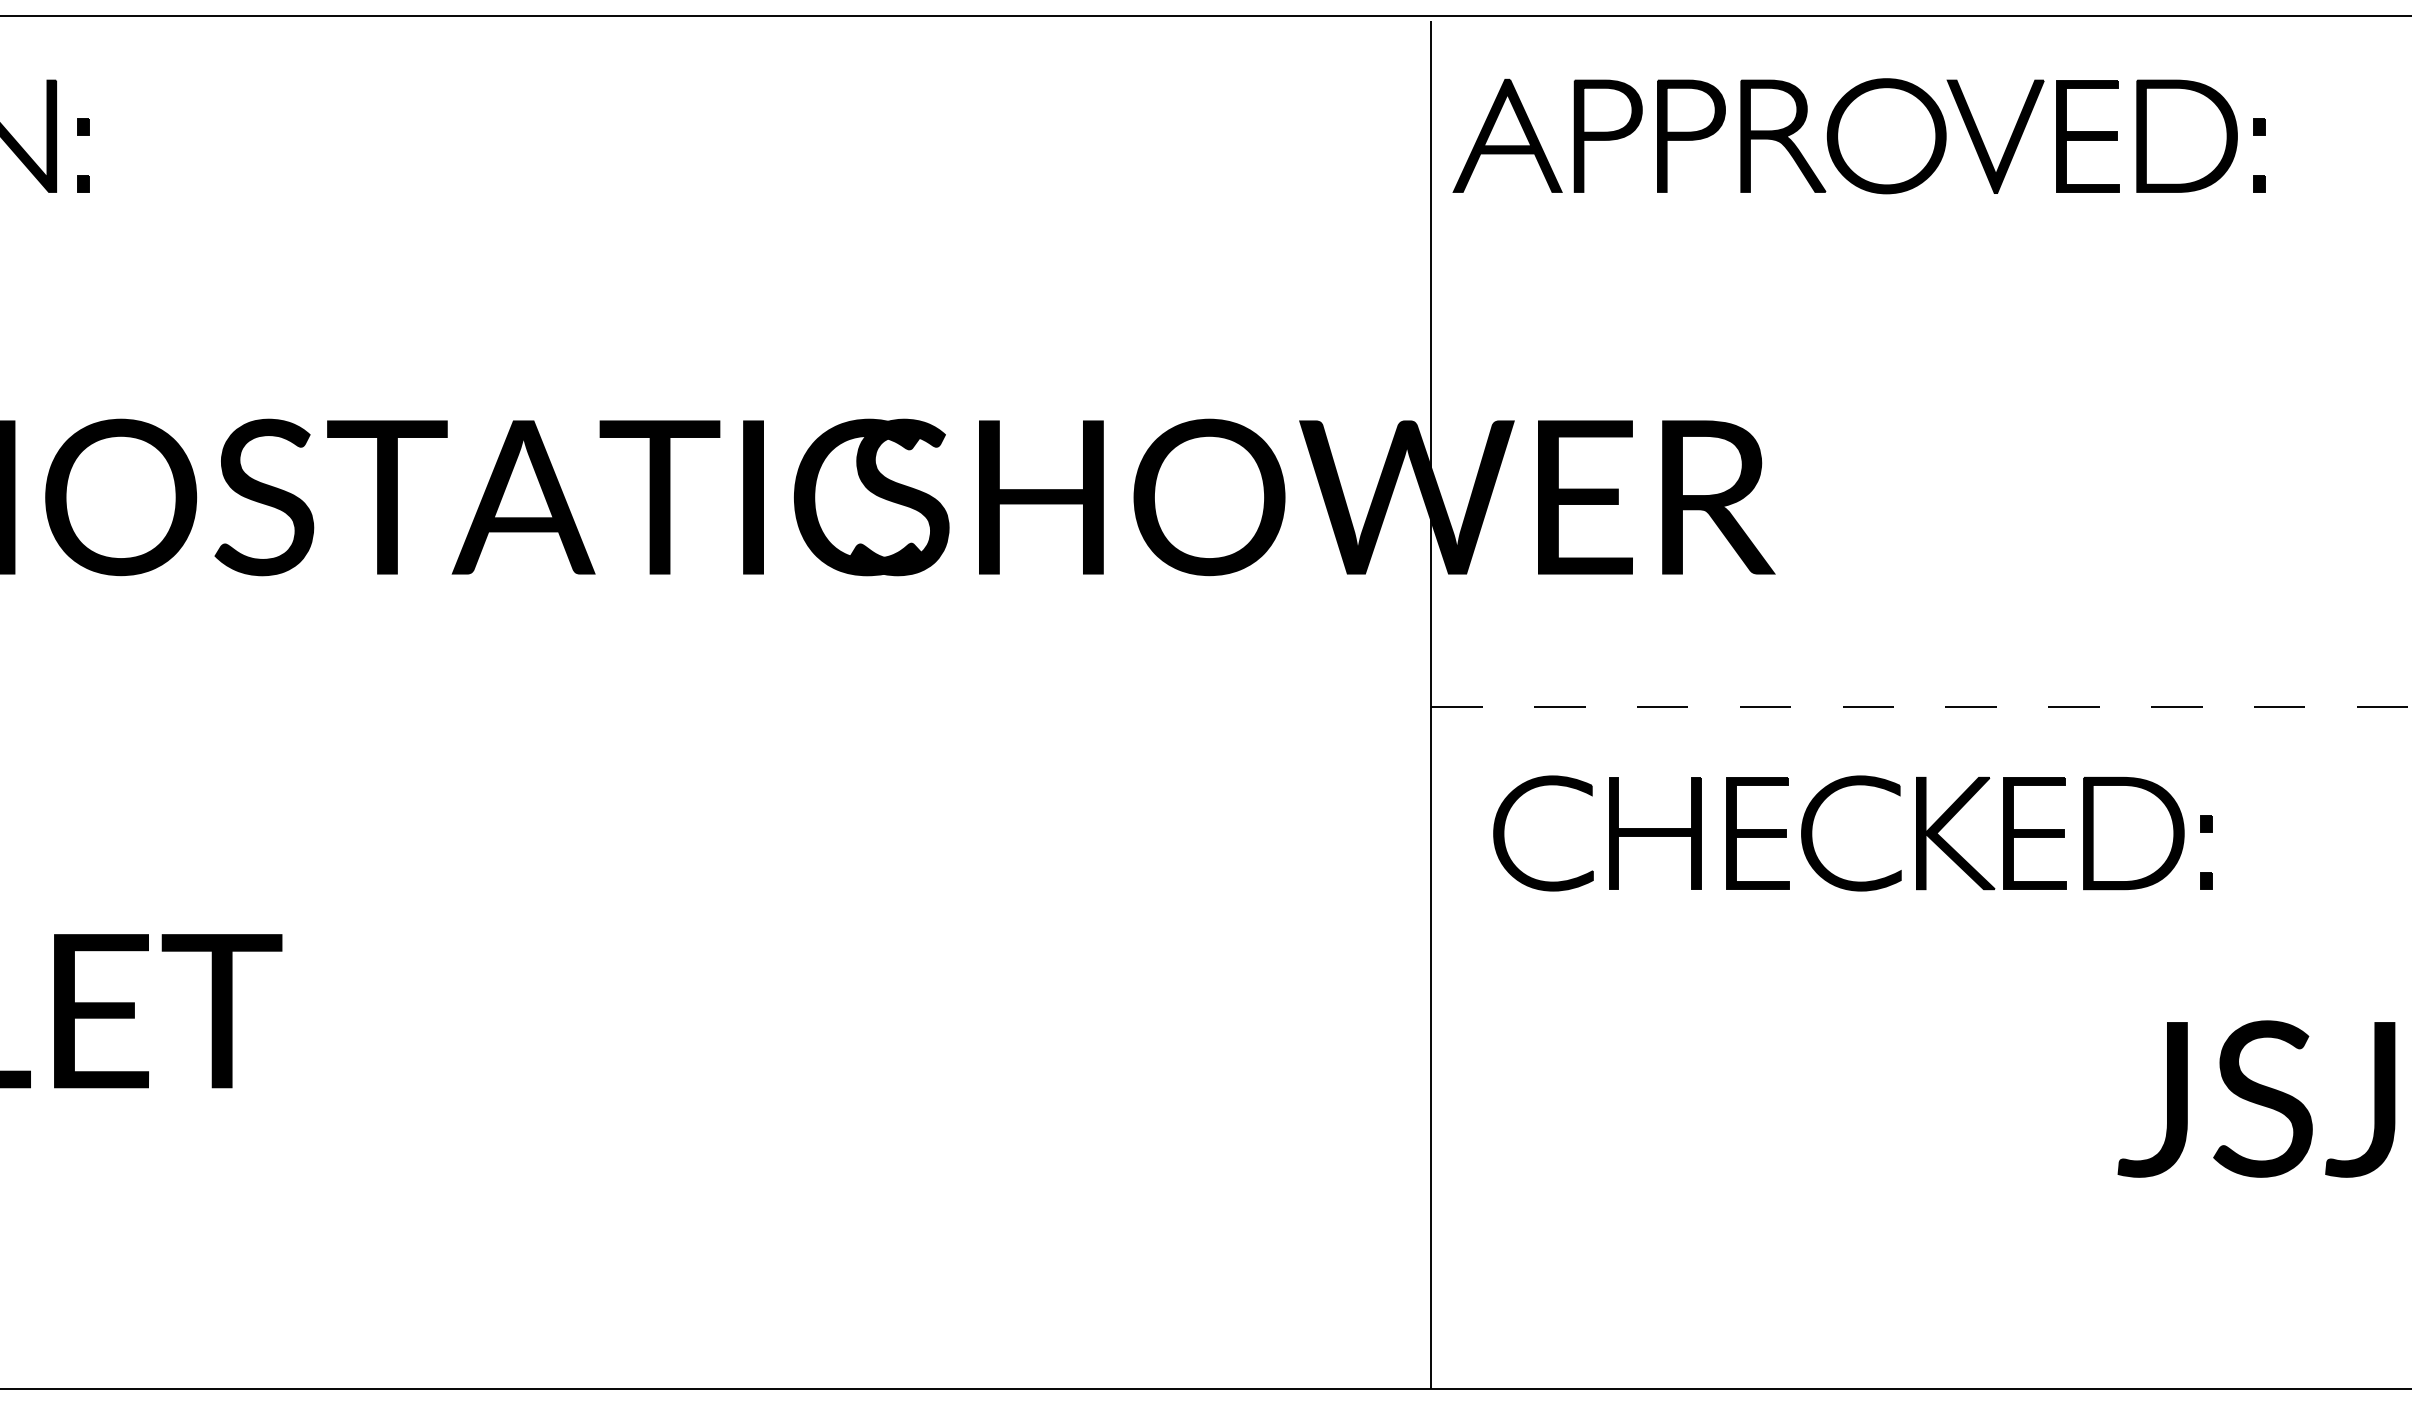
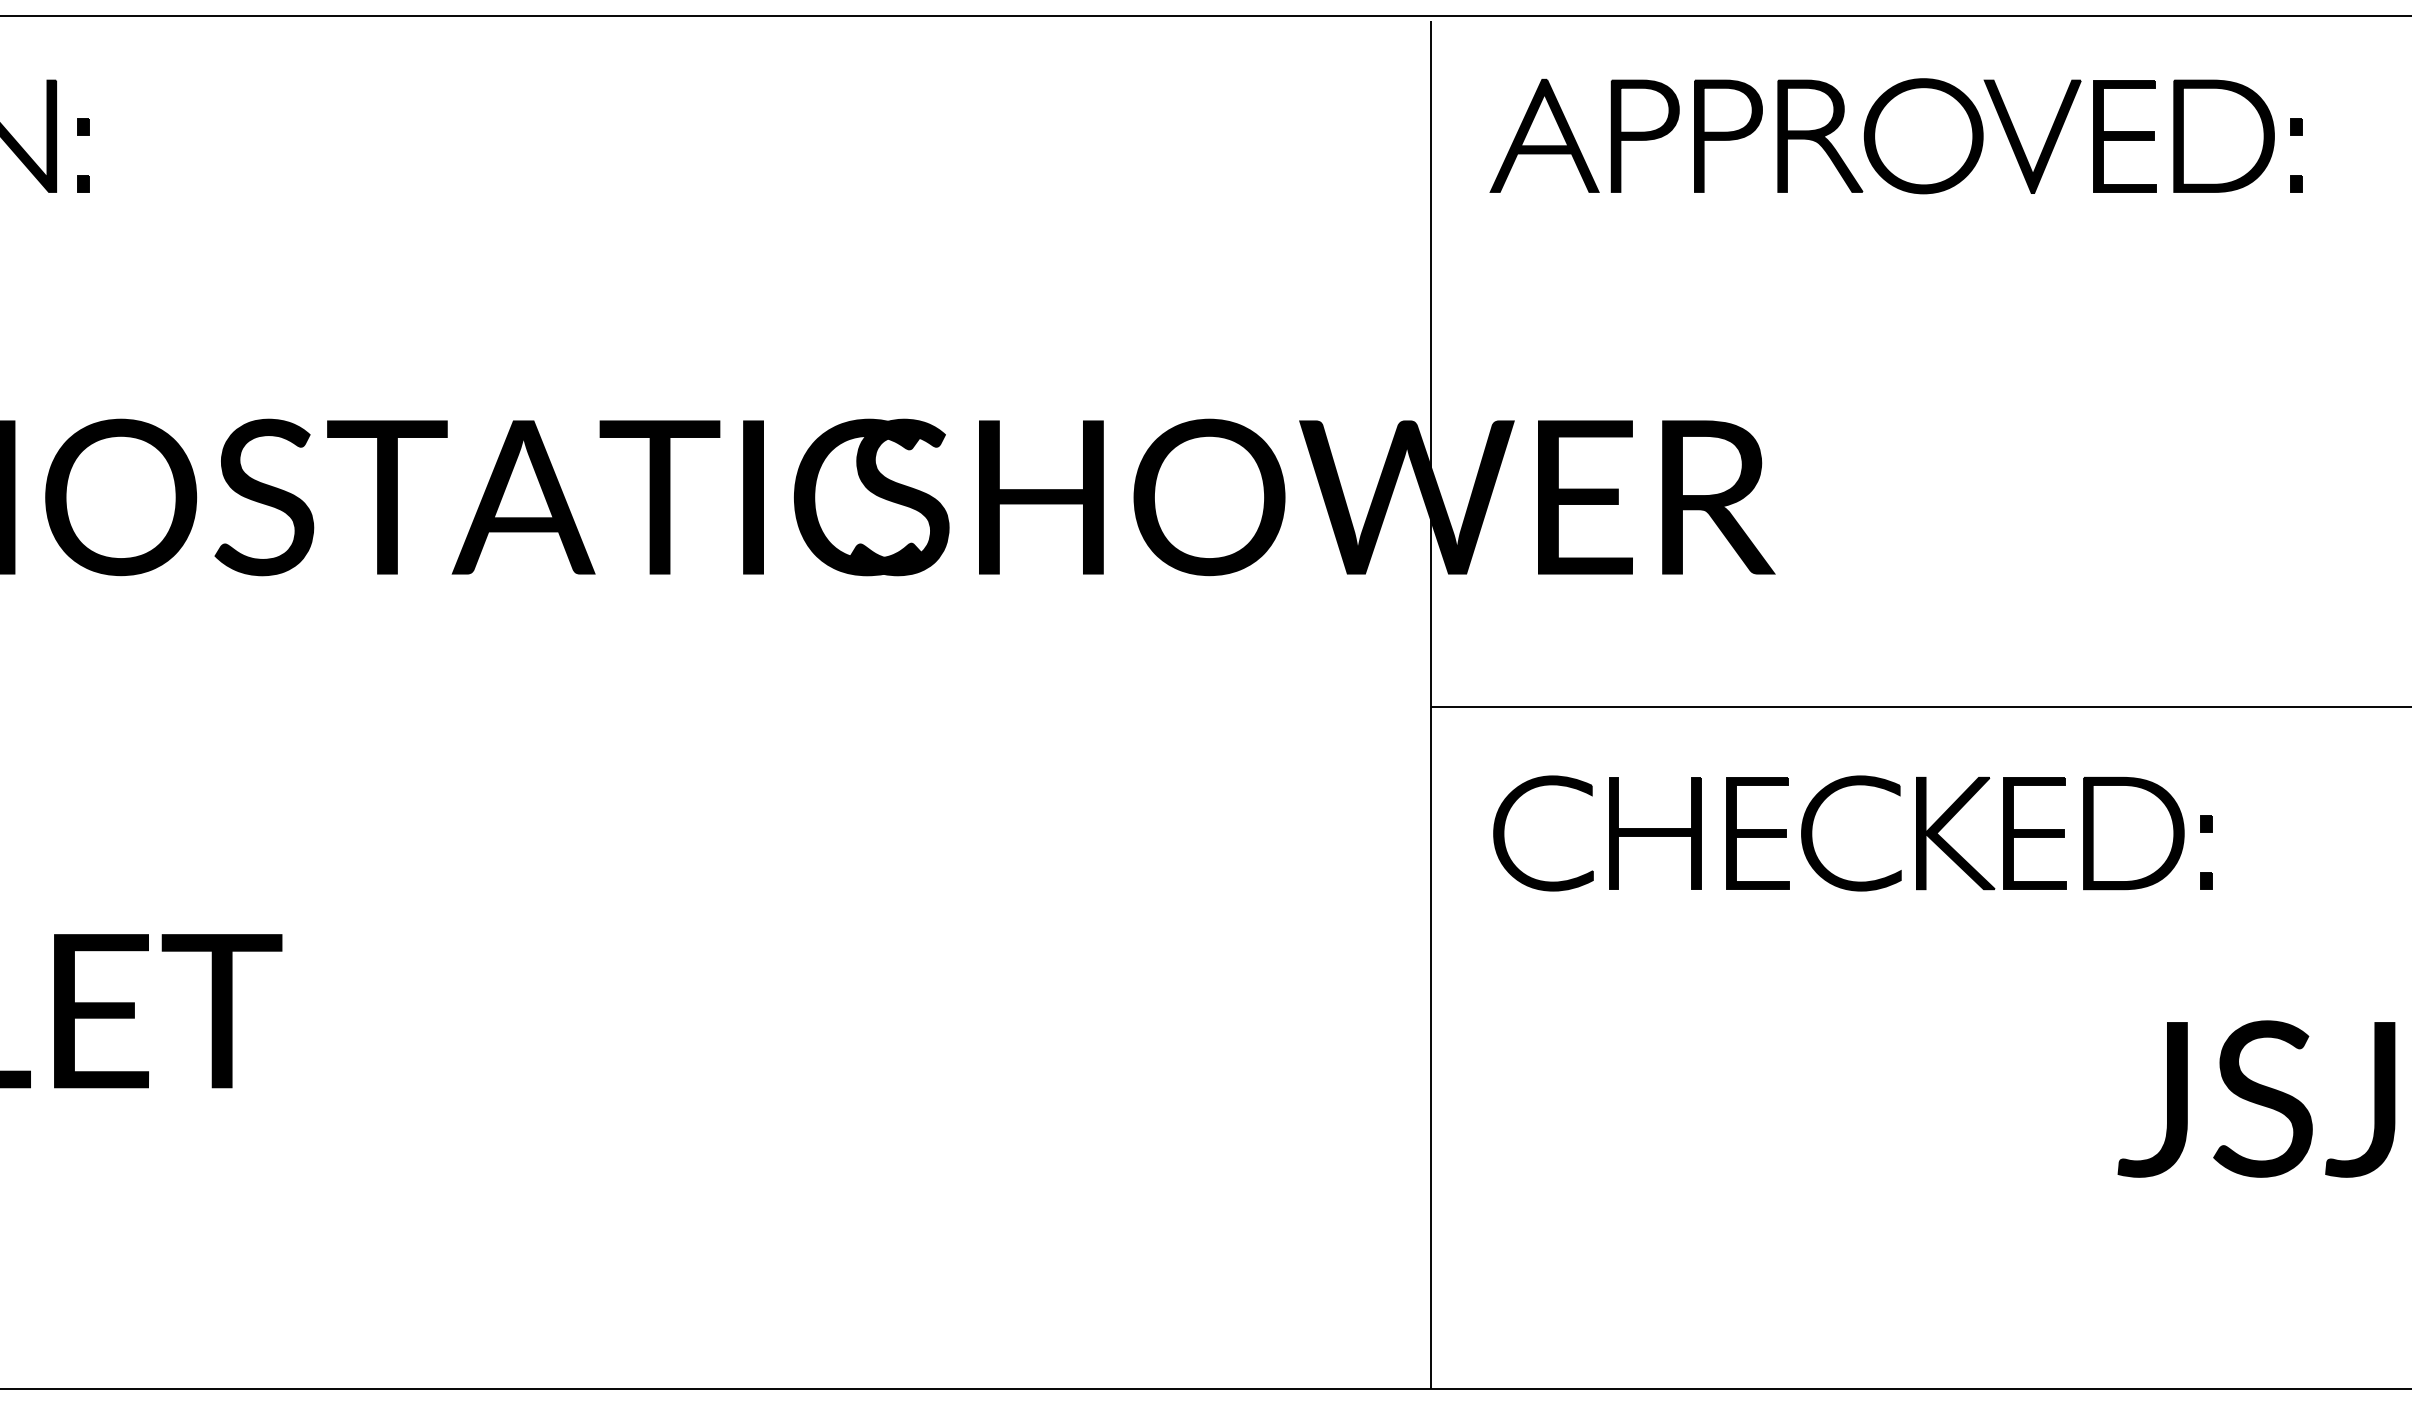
part at (1858, 136) position: (1858, 136) -> (1895, 136)
line at (1921, 706): dashed -> solid
